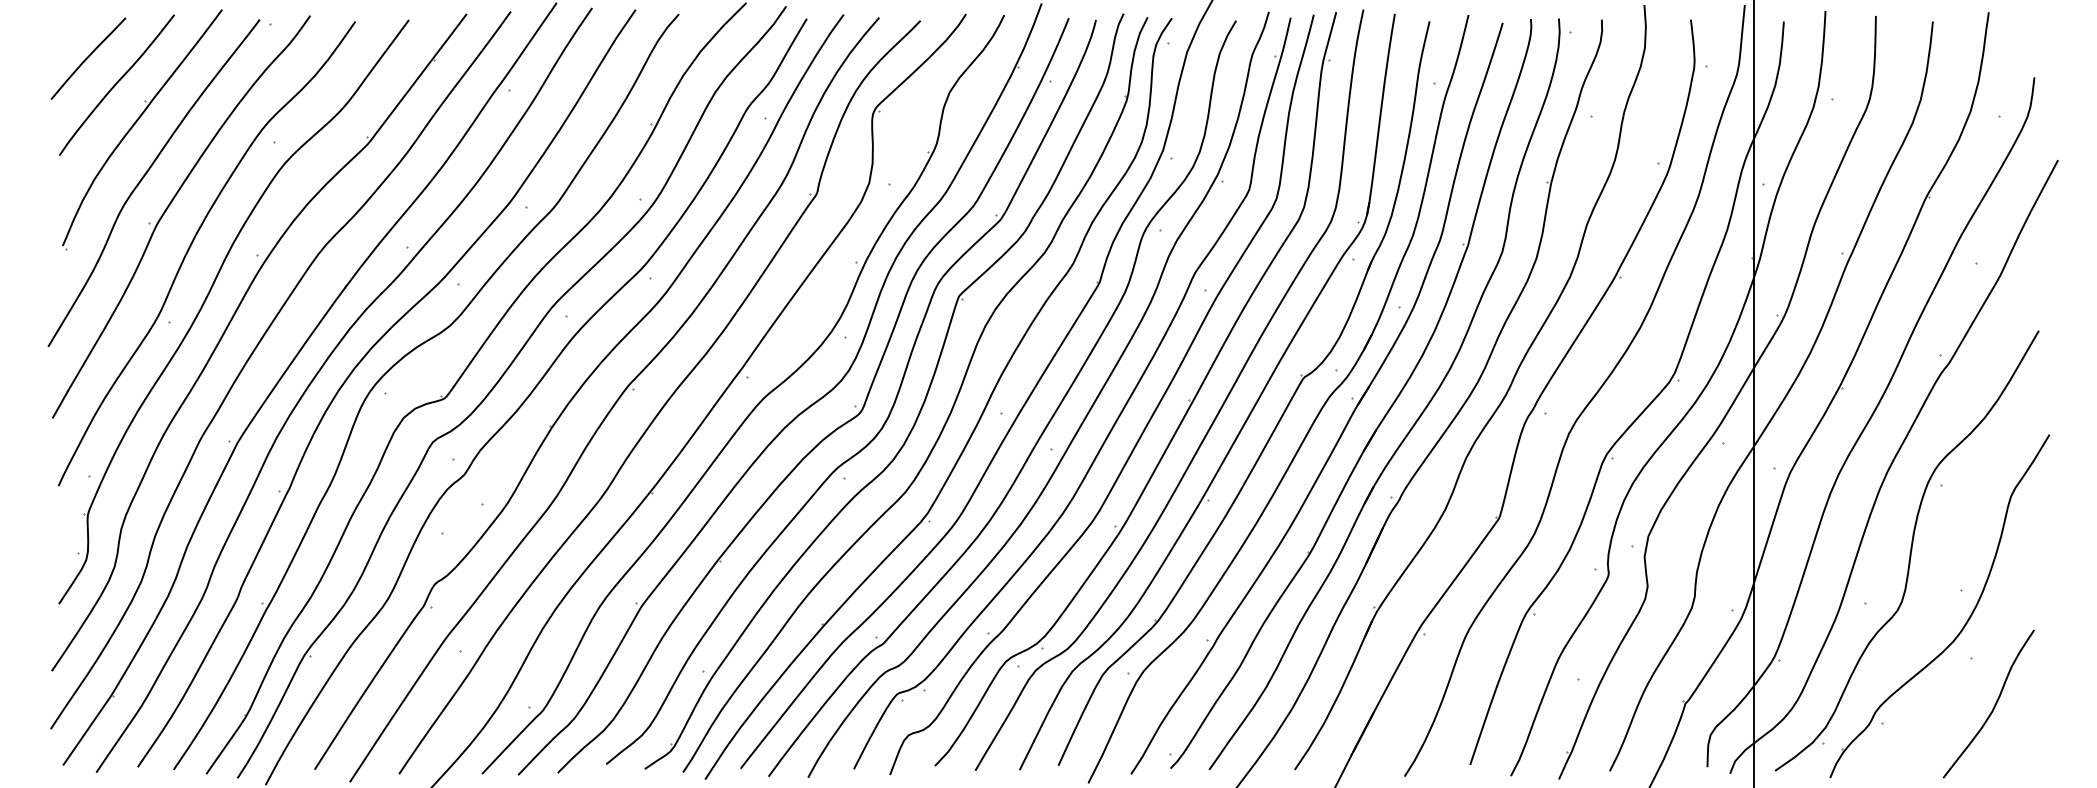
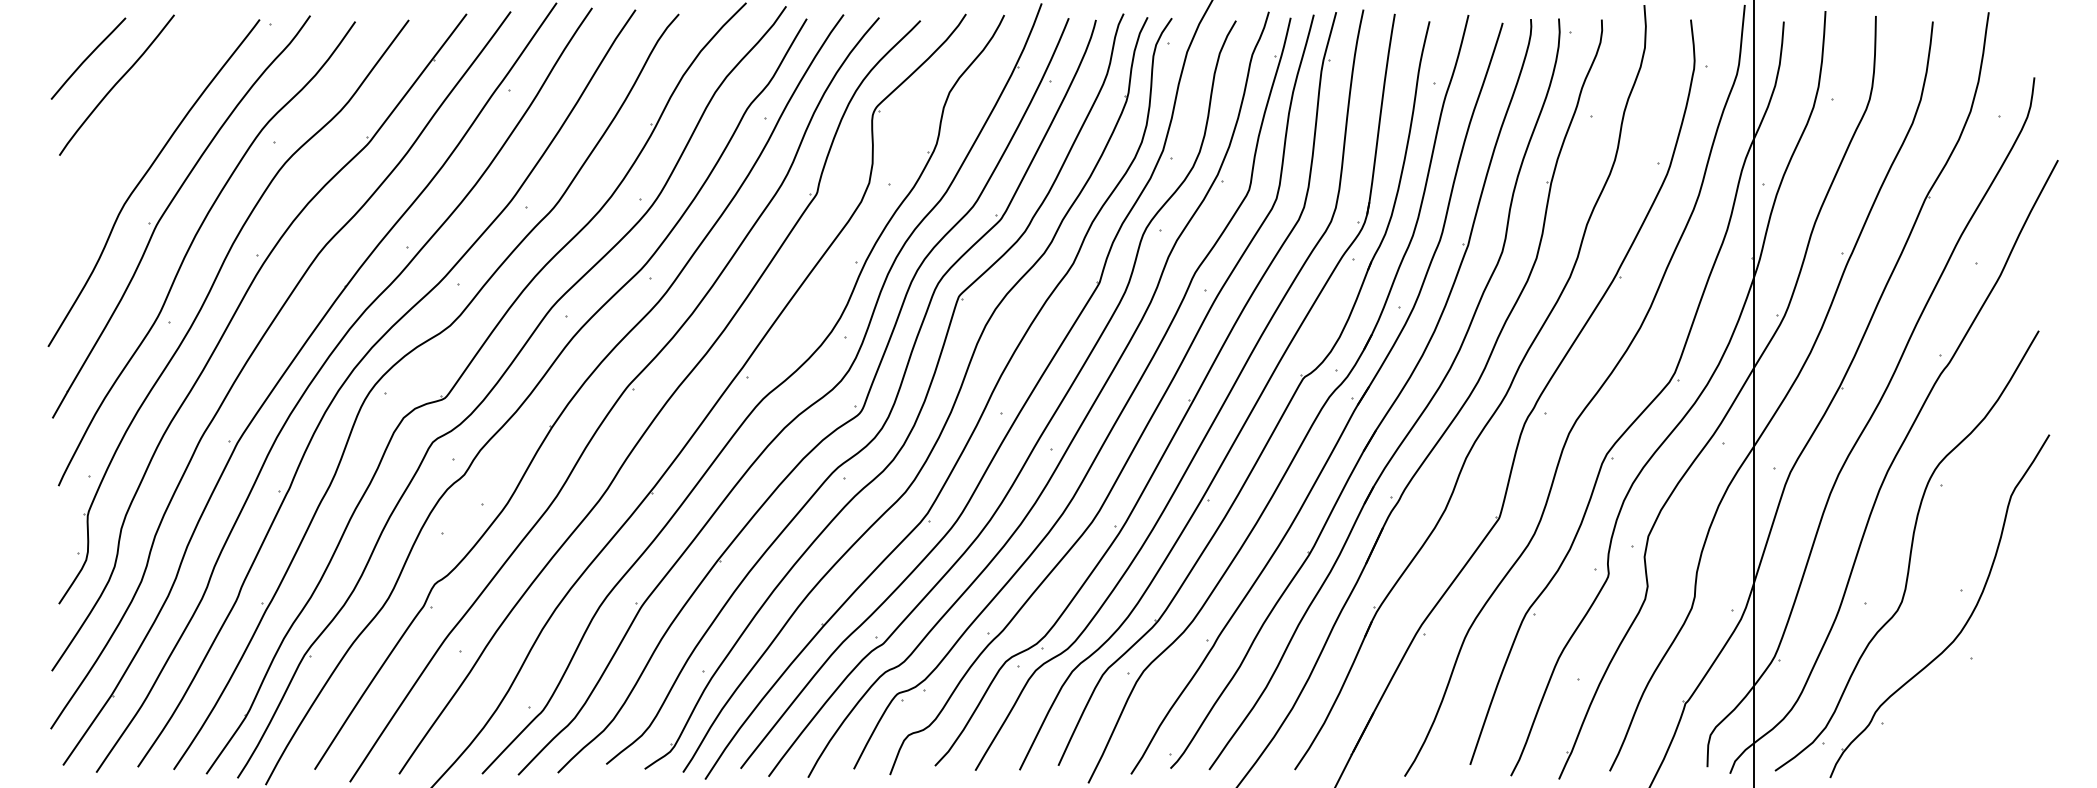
part at (135, 124): present -> none
curve at (1993, 706): present -> none
